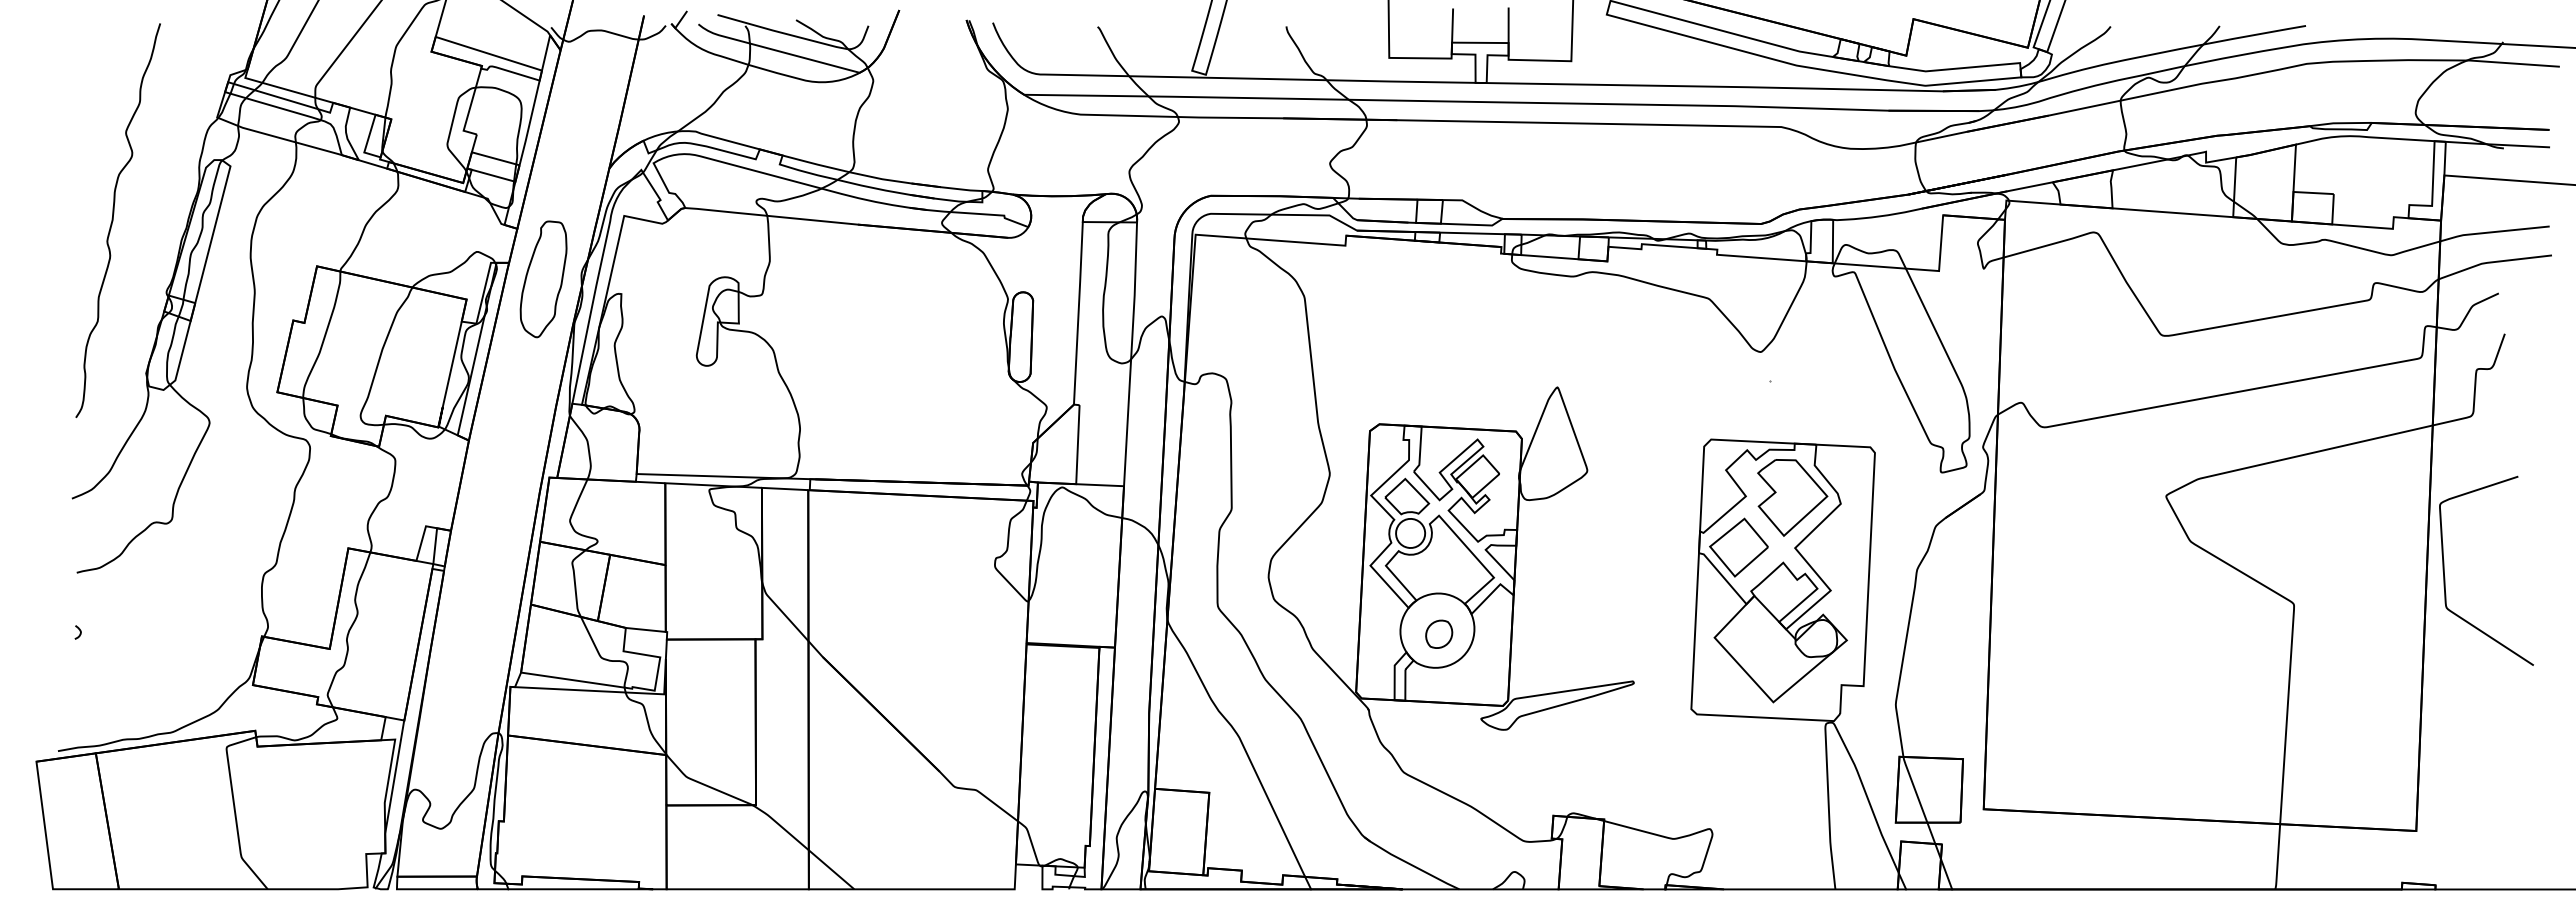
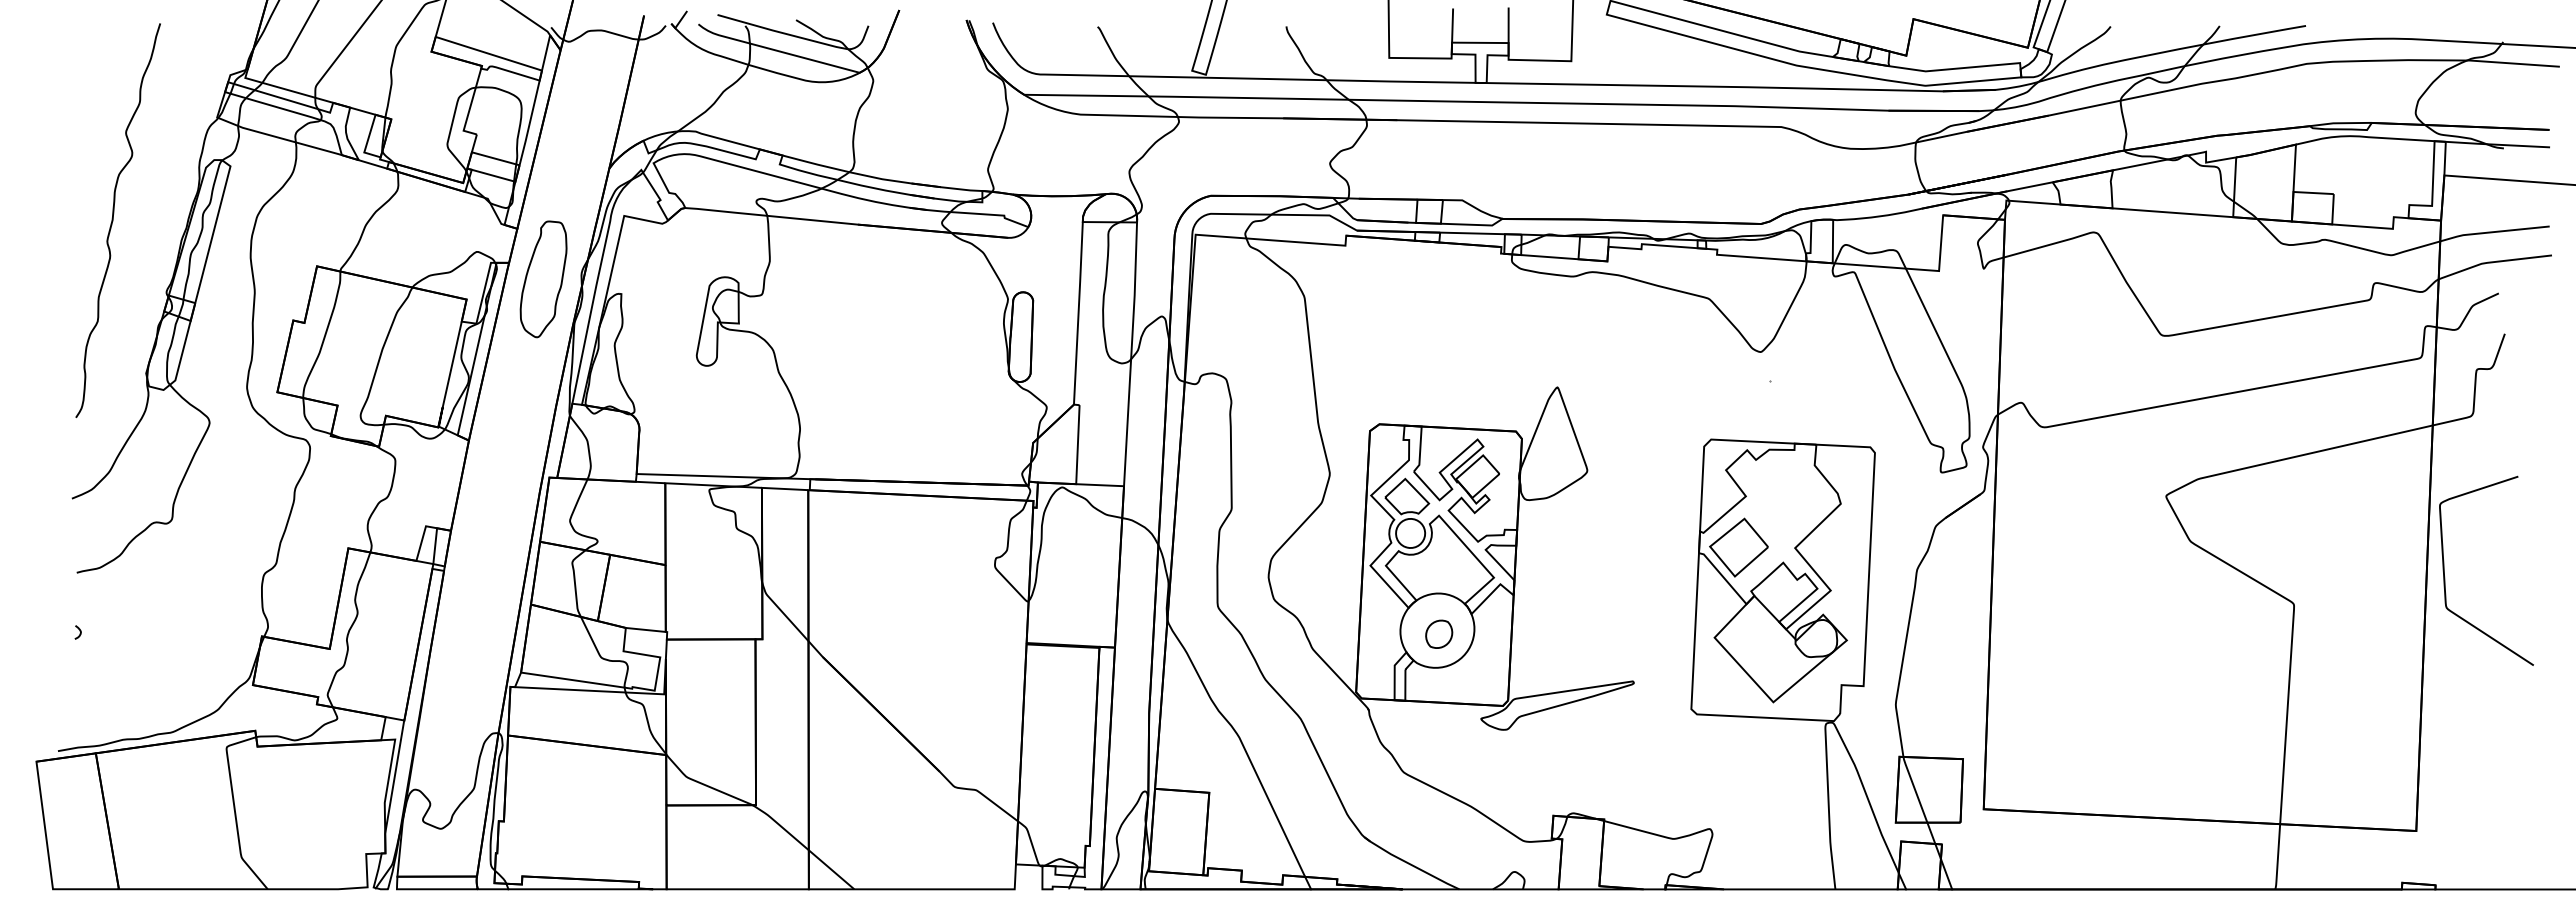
part at (1792, 497): present -> none
